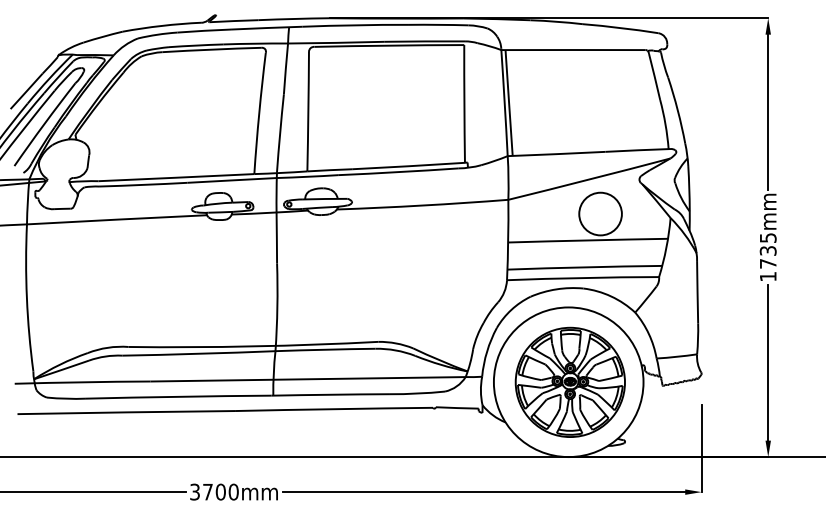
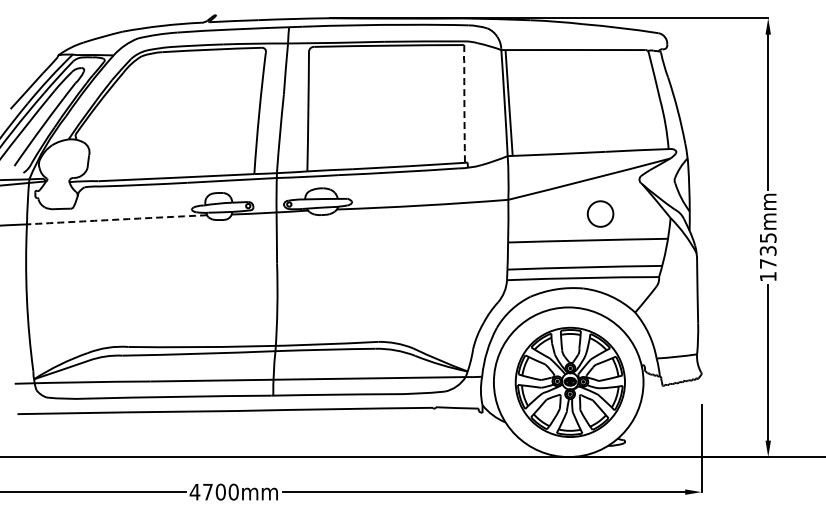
arc at (464, 103): solid -> dashed
circle at (600, 213) diameter: 43 px -> 26 px
arc at (117, 219): solid -> dashed
text at (194, 491): 3700mm -> 4700mm
